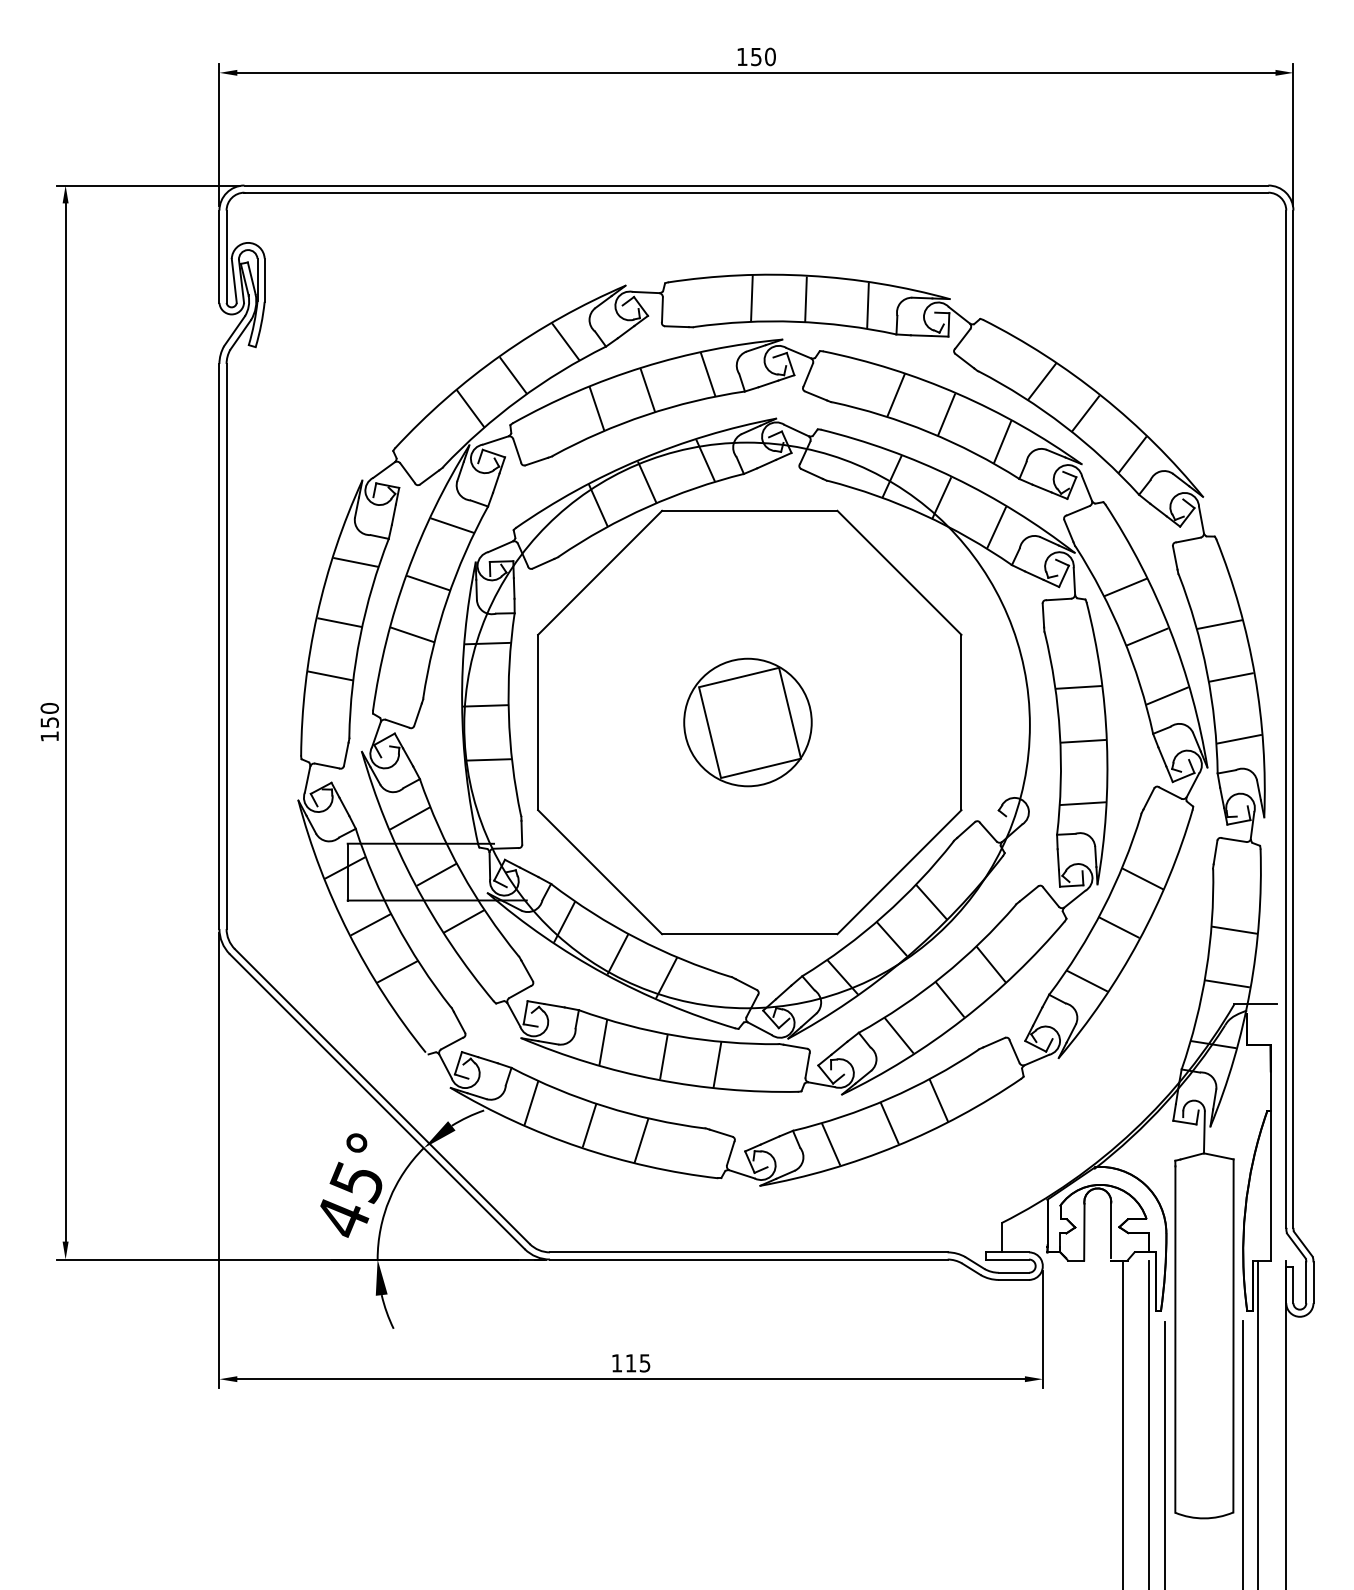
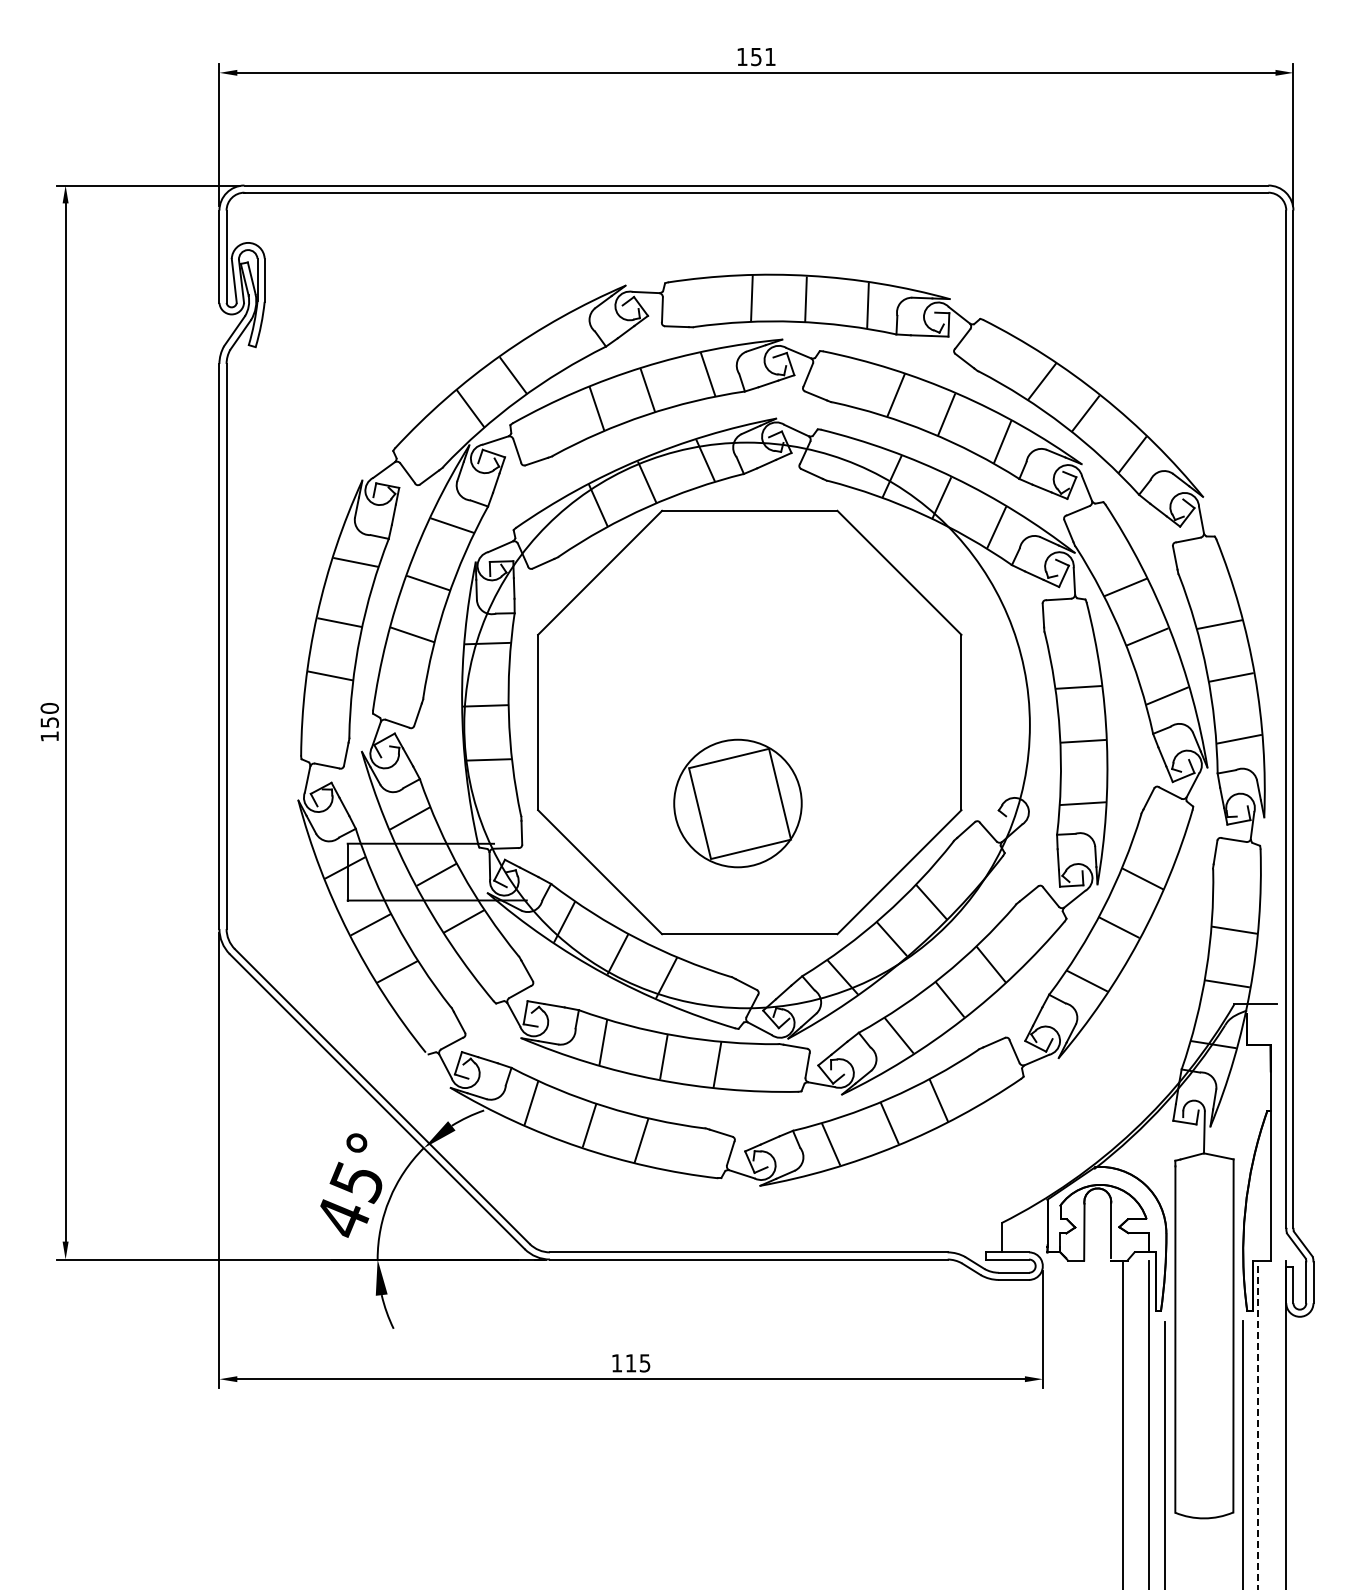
text at (770, 56): 150 -> 151
line at (565, 341): present -> none
part at (747, 722) position: (747, 722) -> (737, 803)
line at (1258, 1424): solid -> dashed
